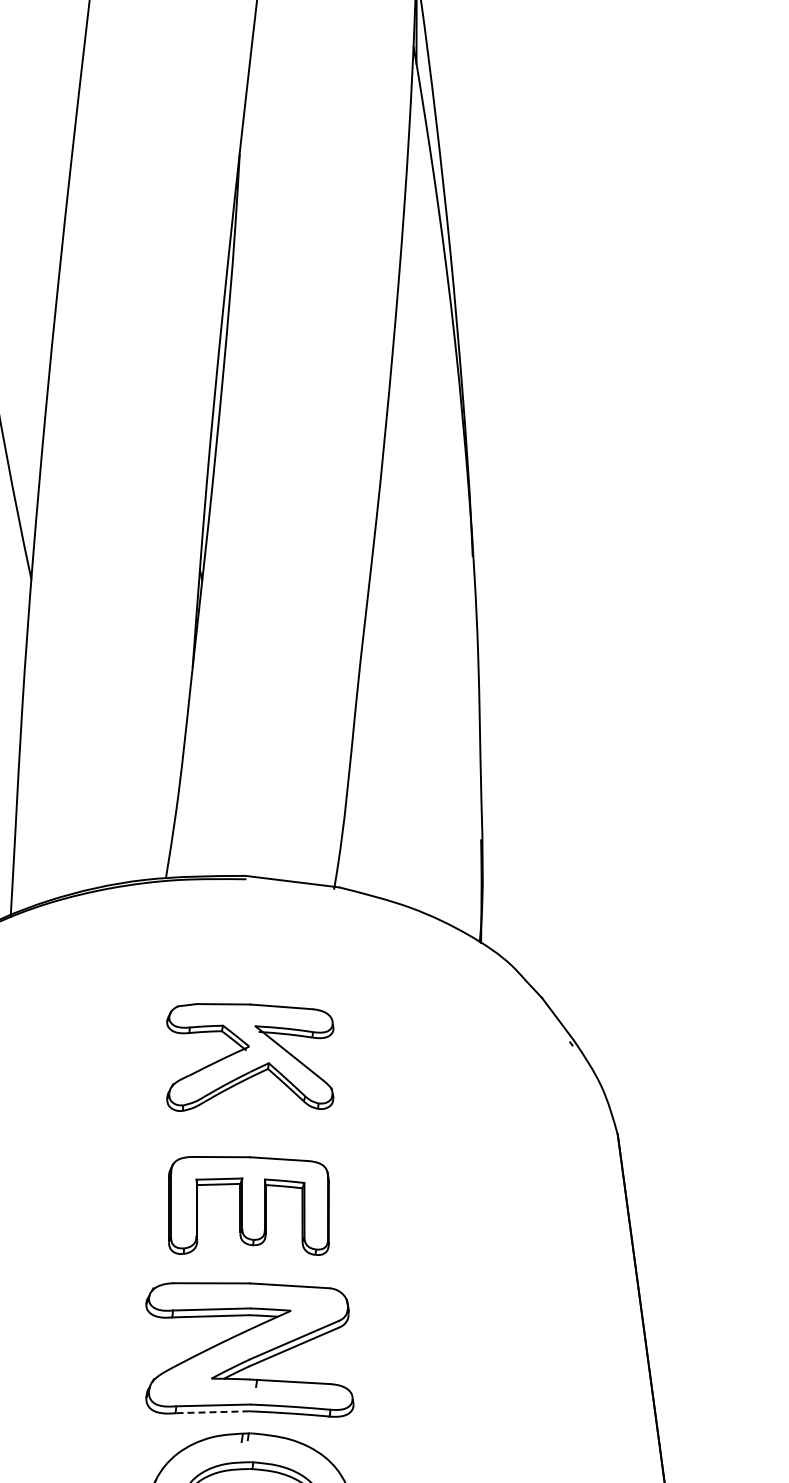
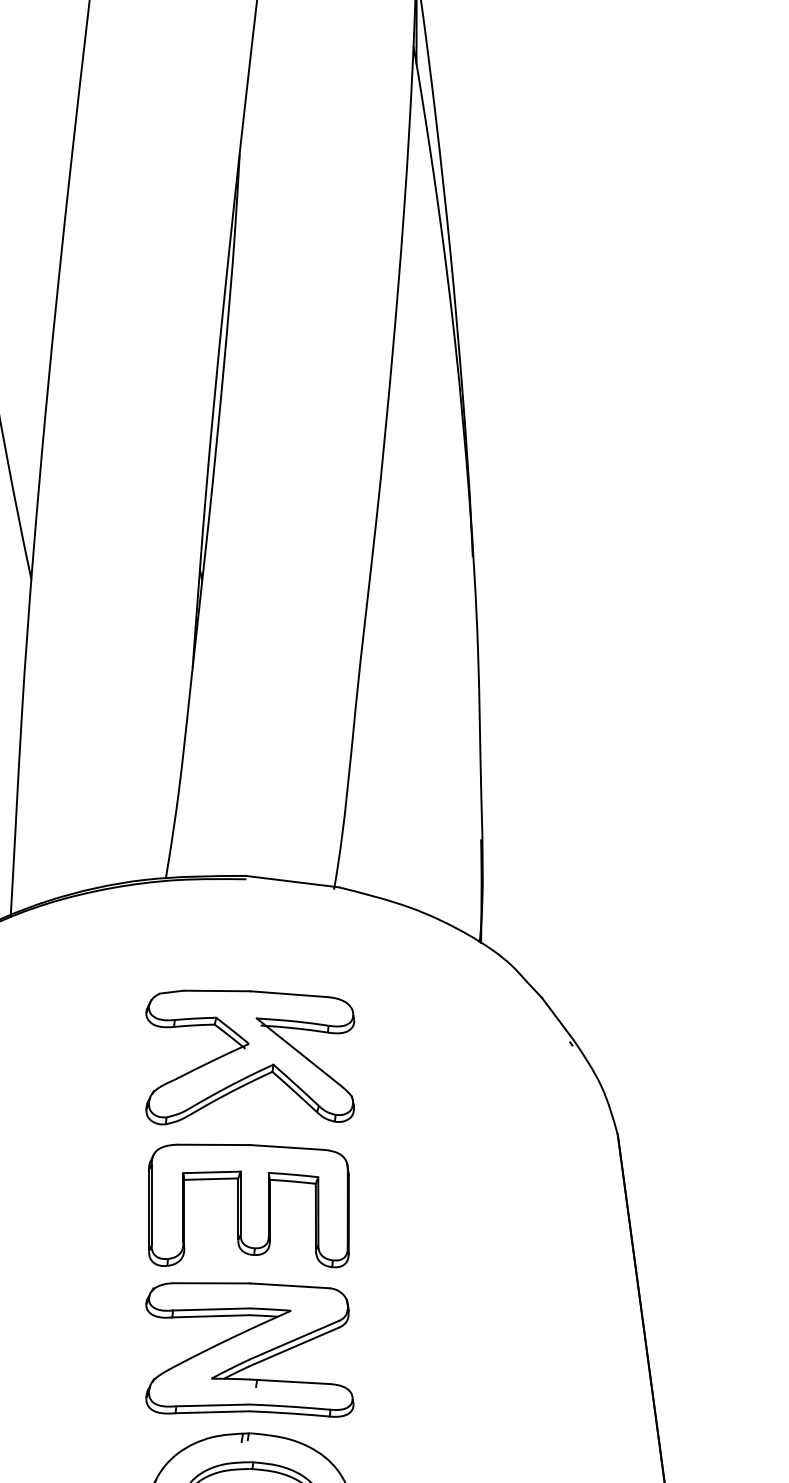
part at (250, 1057) size: 169x109 px -> 211x137 px
part at (248, 1205) size: 162x100 px -> 202x126 px
line at (212, 1412): dashed -> solid
